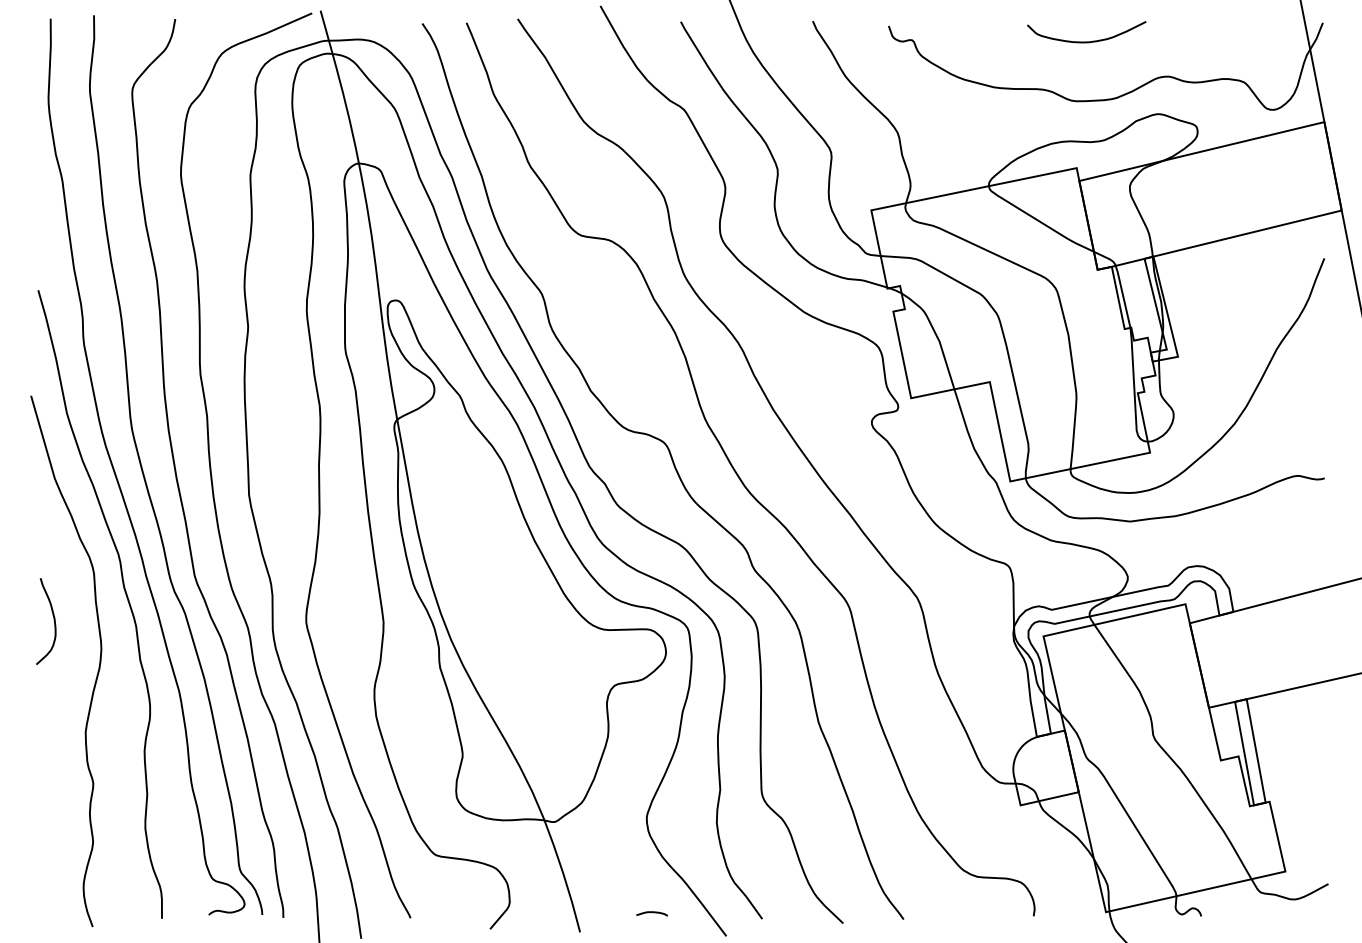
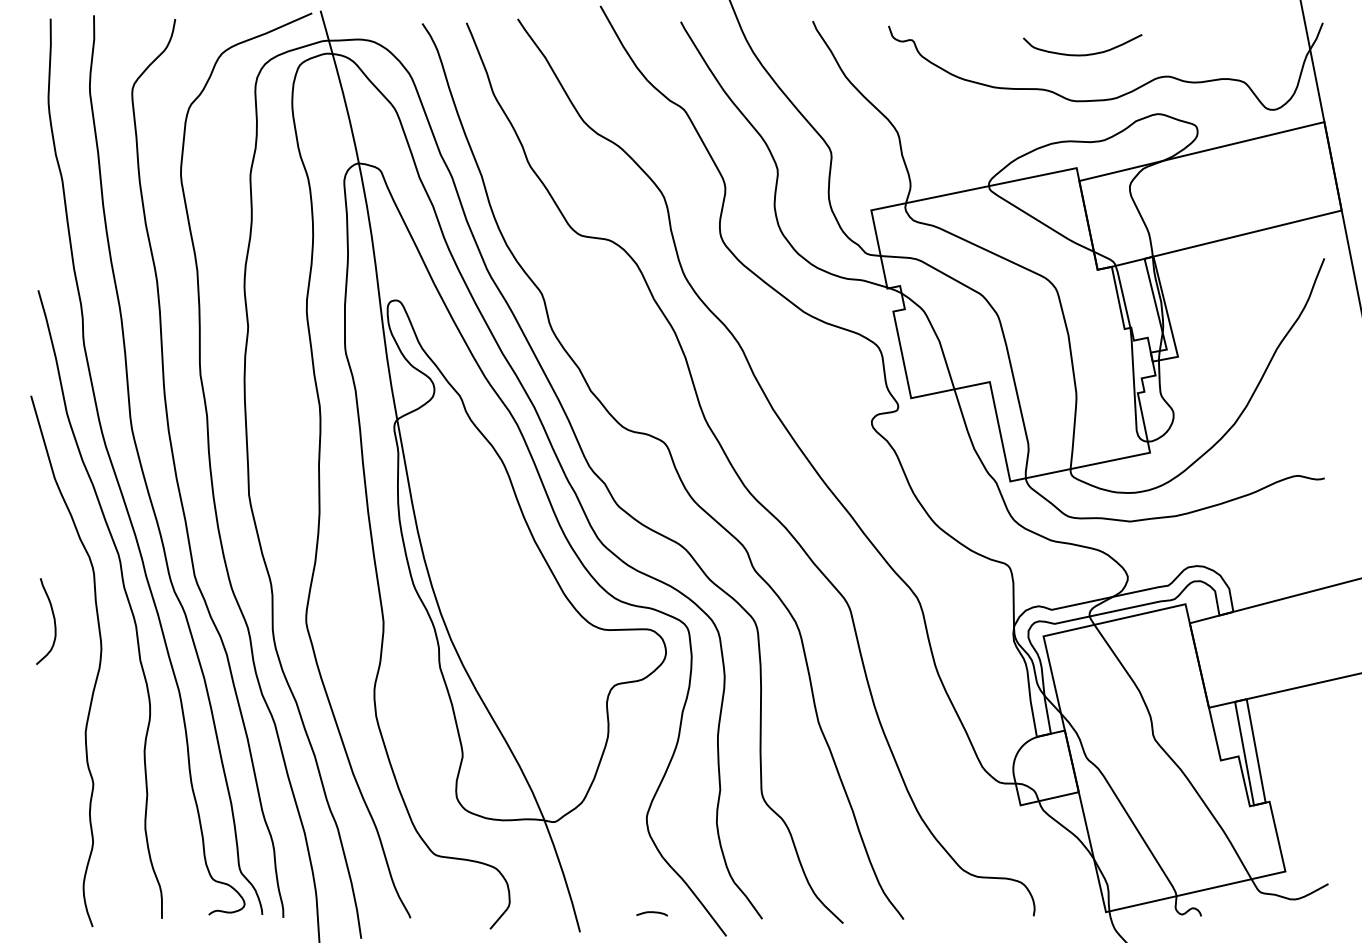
curve at (1086, 41) position: (1086, 41) -> (1082, 54)
